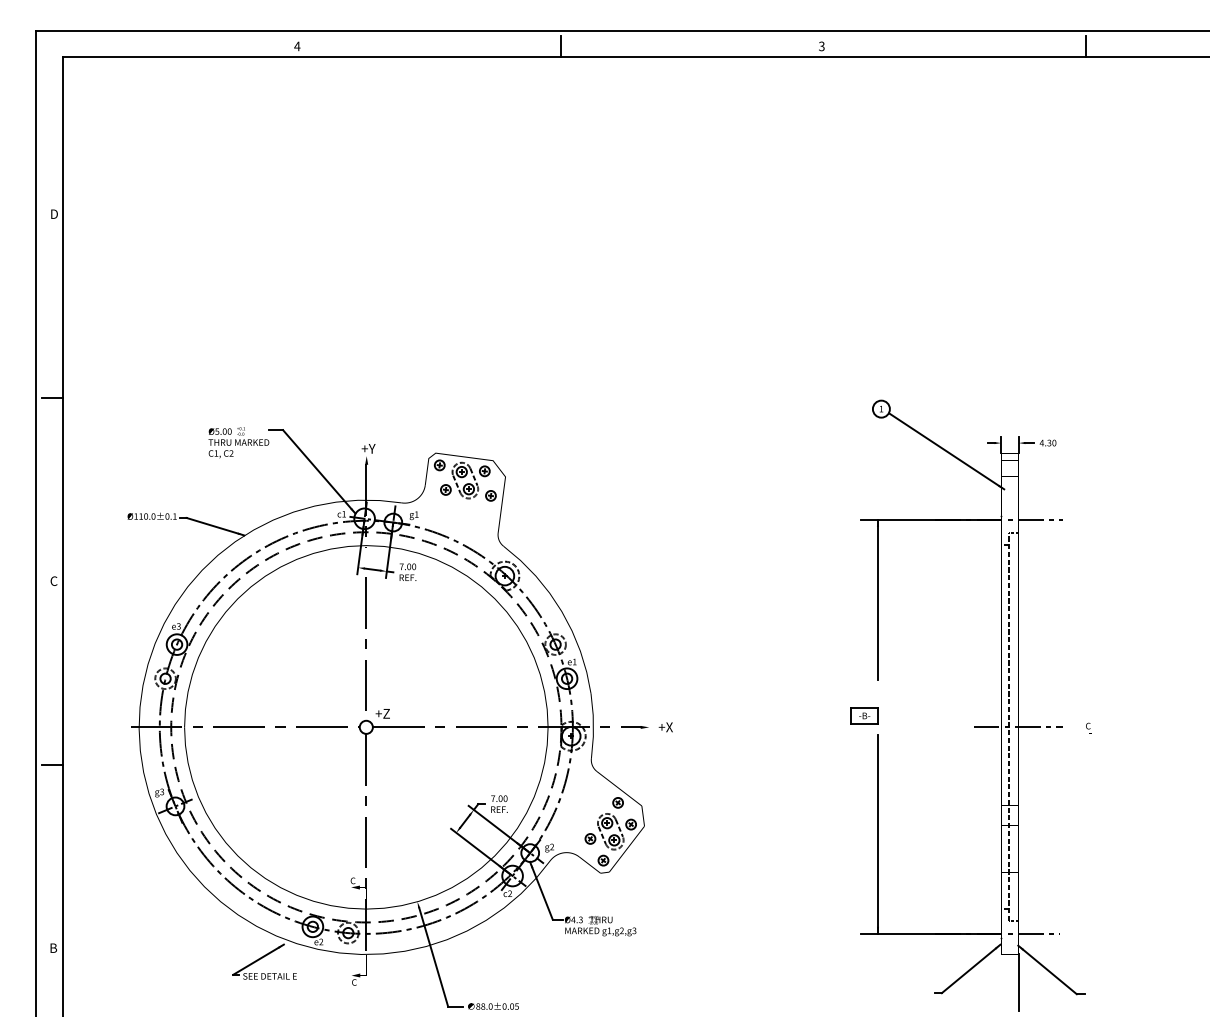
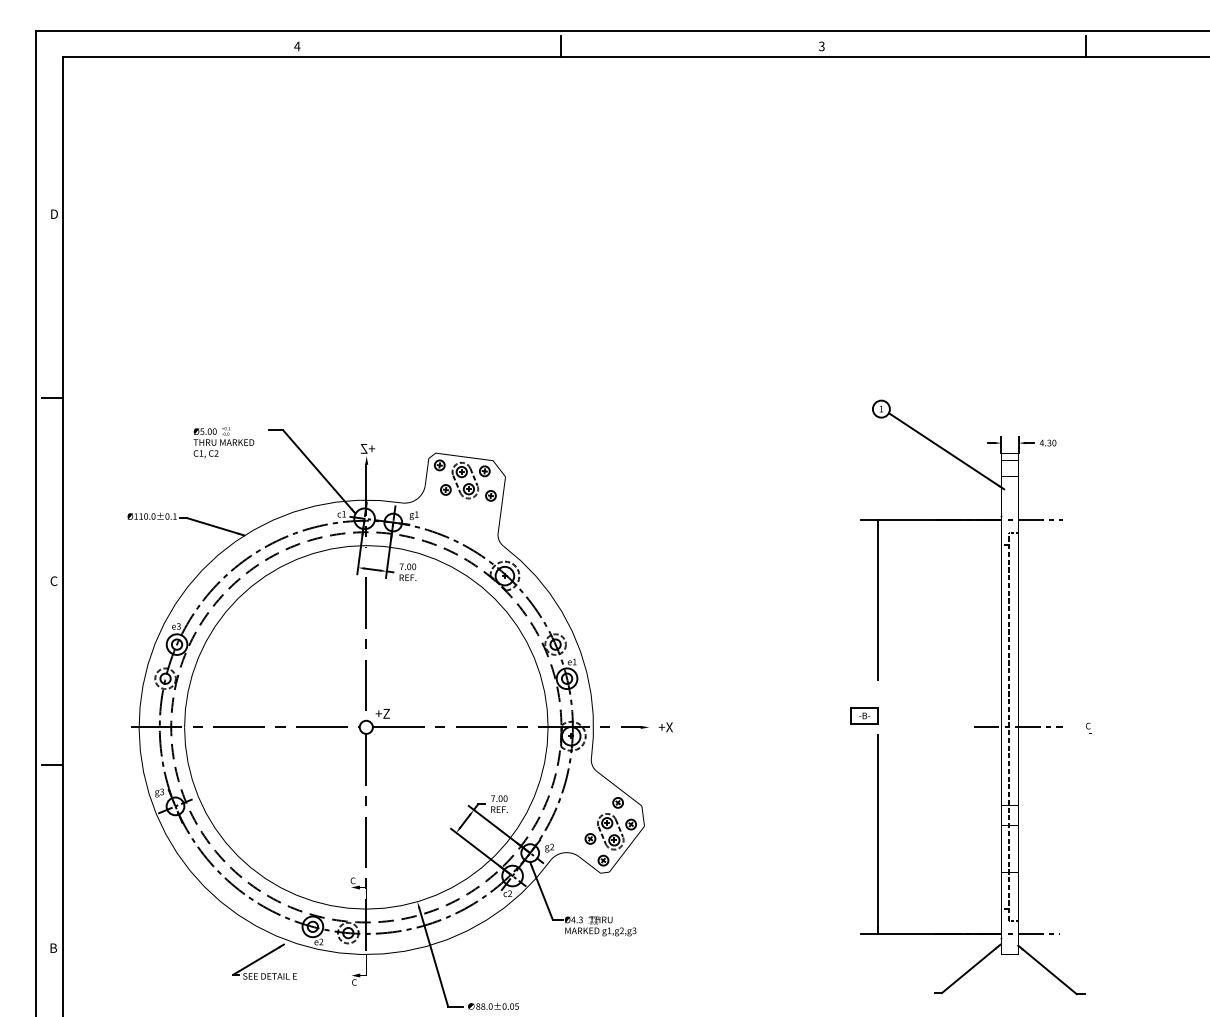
text at (238, 442) position: (238, 442) -> (223, 442)
text at (367, 448): Y+ -> +Z
line at (1018, 982): present -> none
